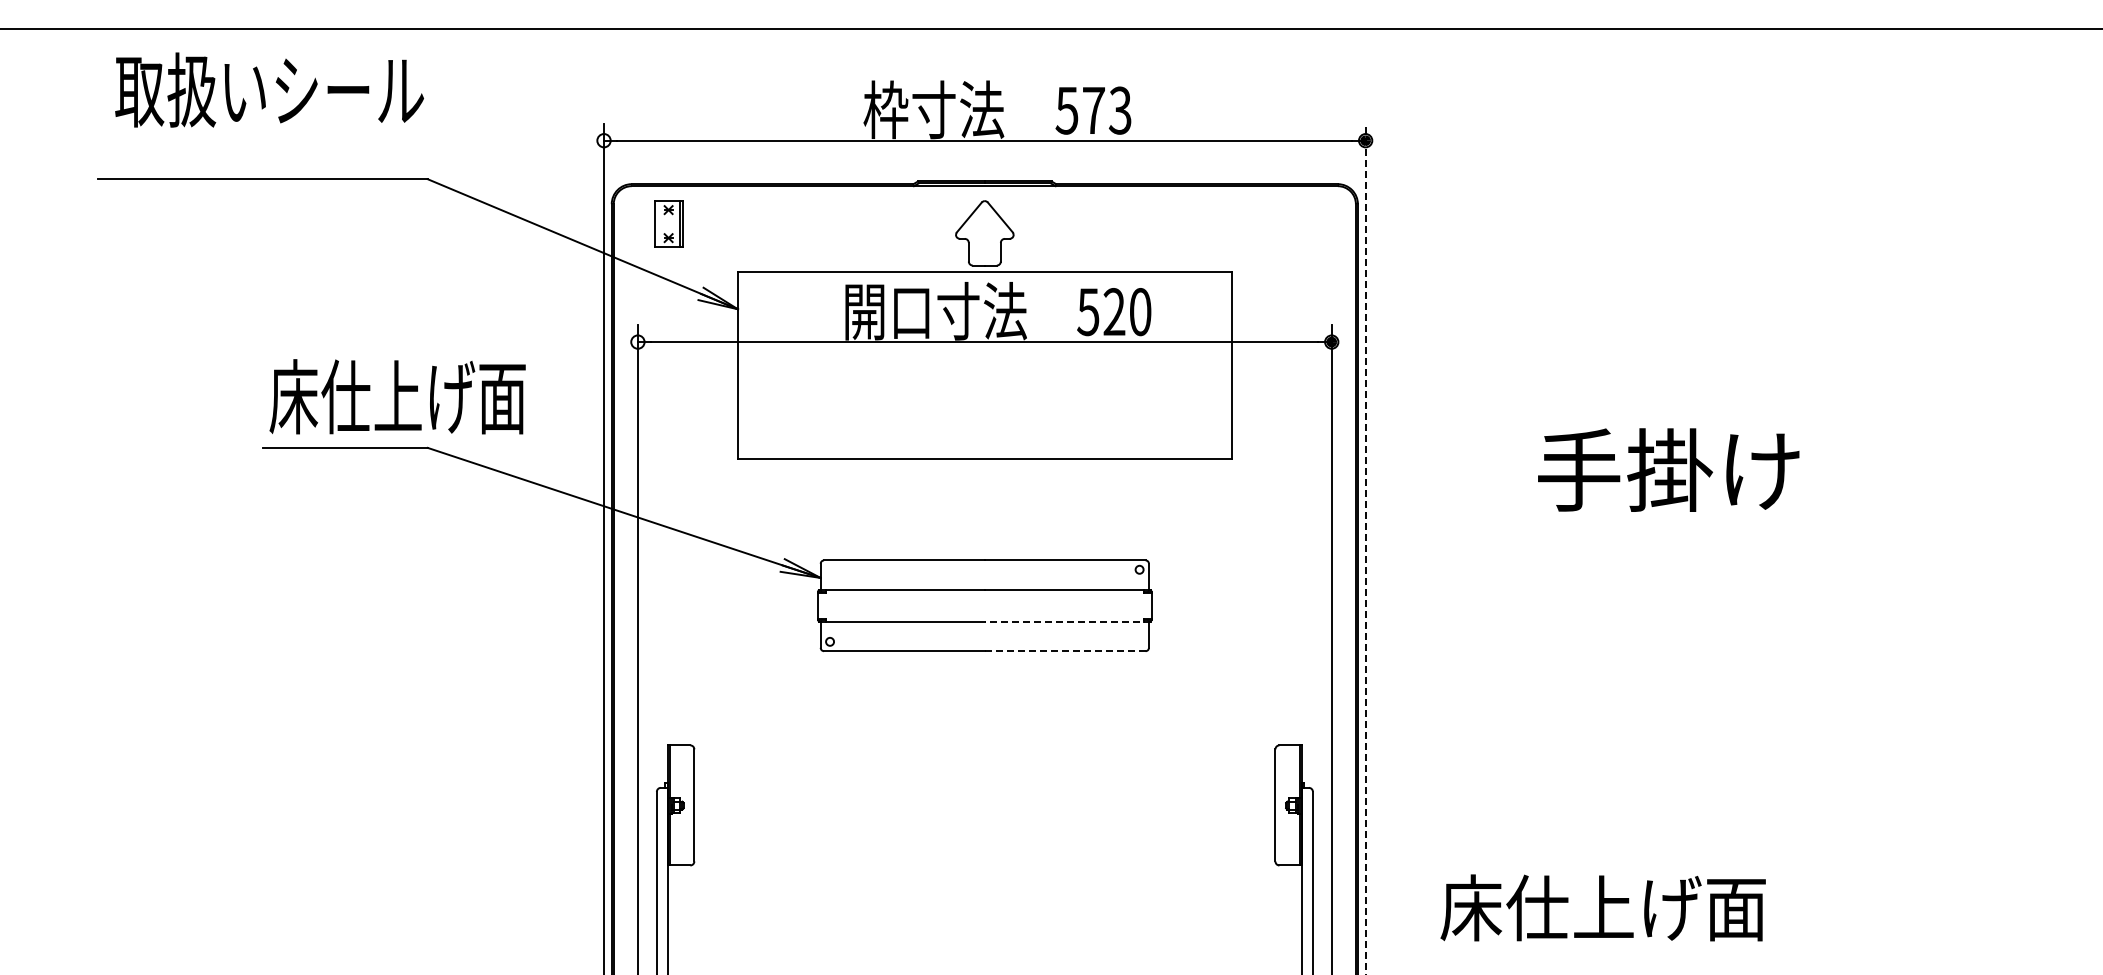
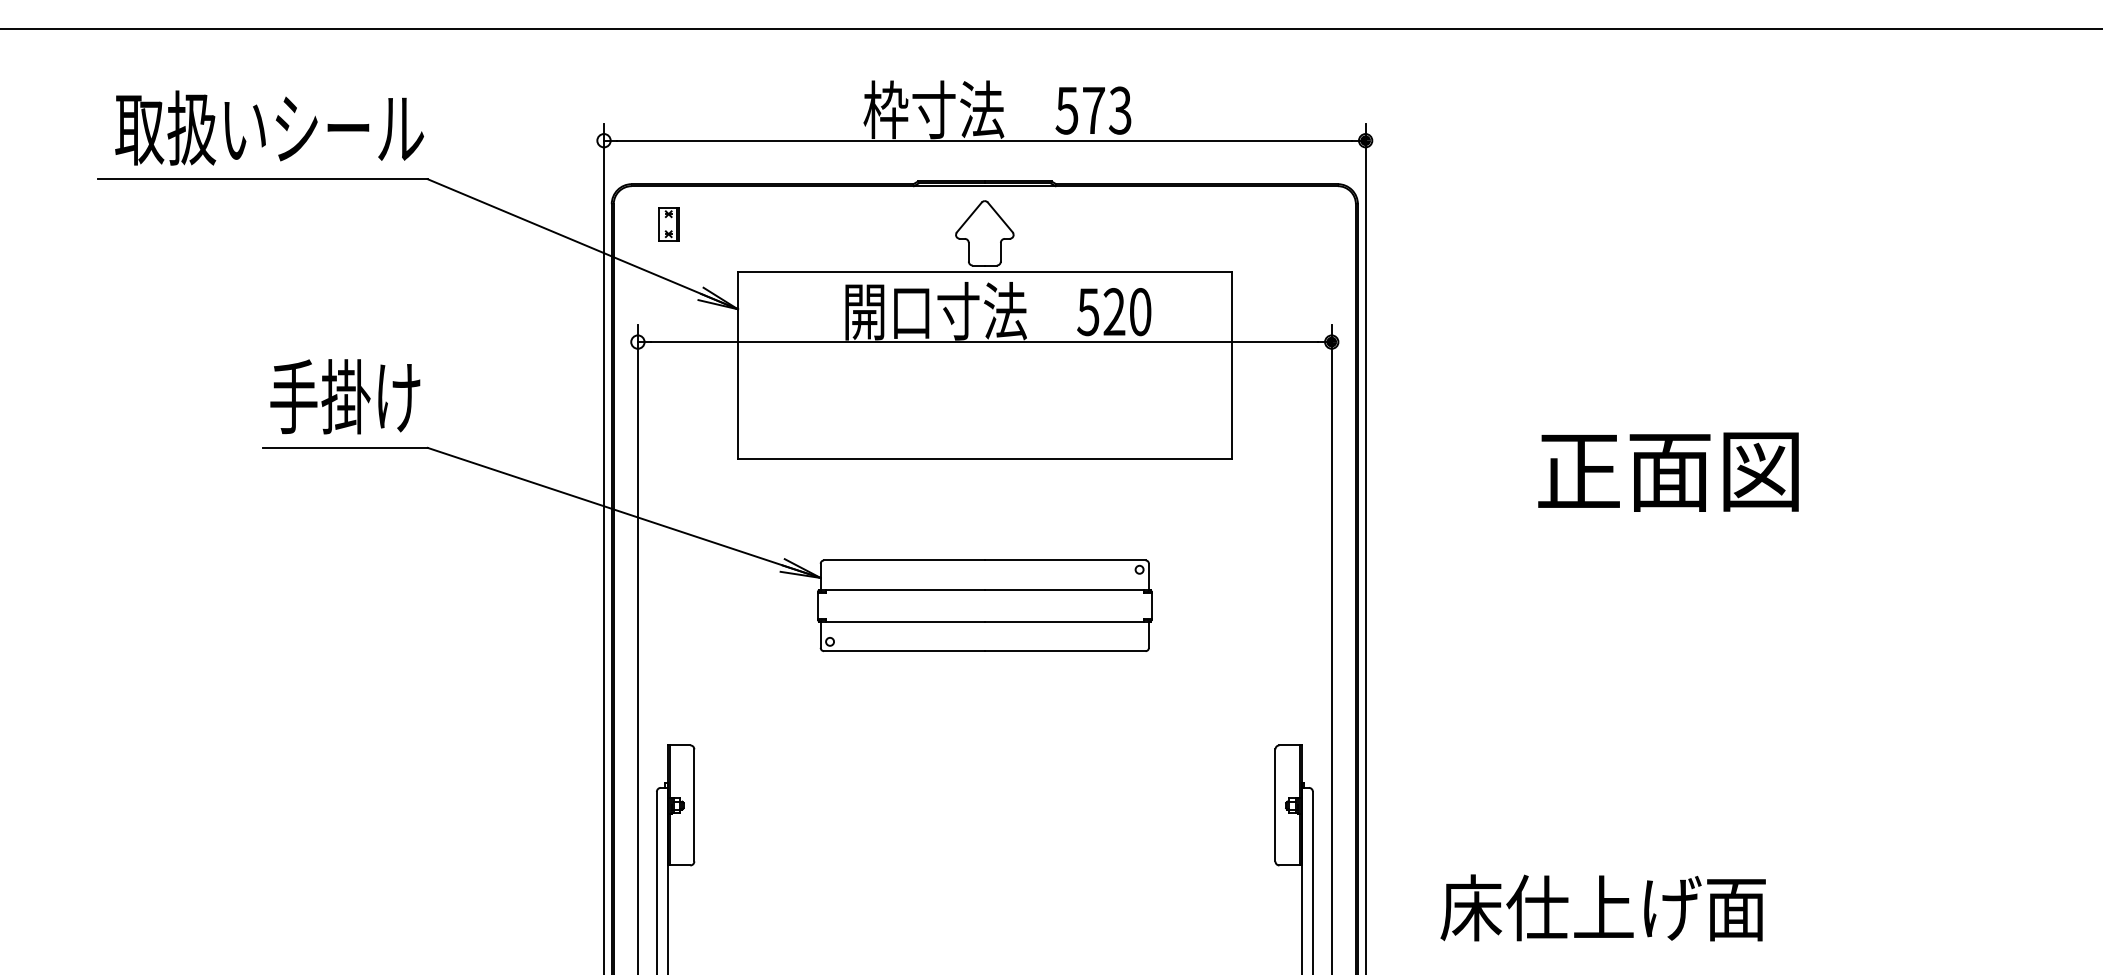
text at (269, 89) position: (269, 89) -> (269, 127)
part at (668, 223) size: 30x48 px -> 22x35 px
text at (397, 396): 床仕上げ面 -> 手掛け
text at (1668, 469): 手掛け -> 正面図
line at (1365, 548): dashed -> solid
line at (1067, 621): dashed -> solid
line at (1064, 651): dashed -> solid
